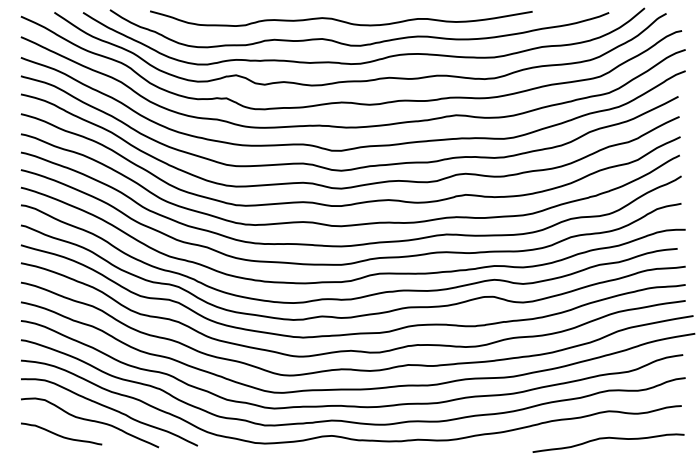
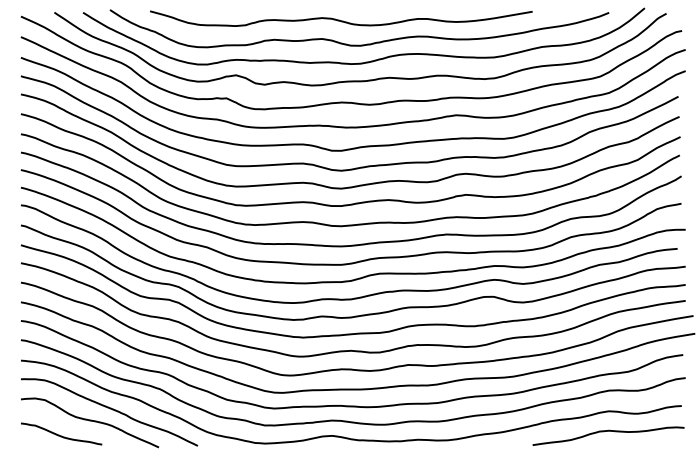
curve at (608, 438) position: (608, 438) -> (608, 431)
